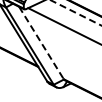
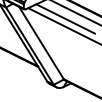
line at (76, 13): dashed -> solid
line at (65, 18): none -> present
line at (41, 43): dashed -> solid
